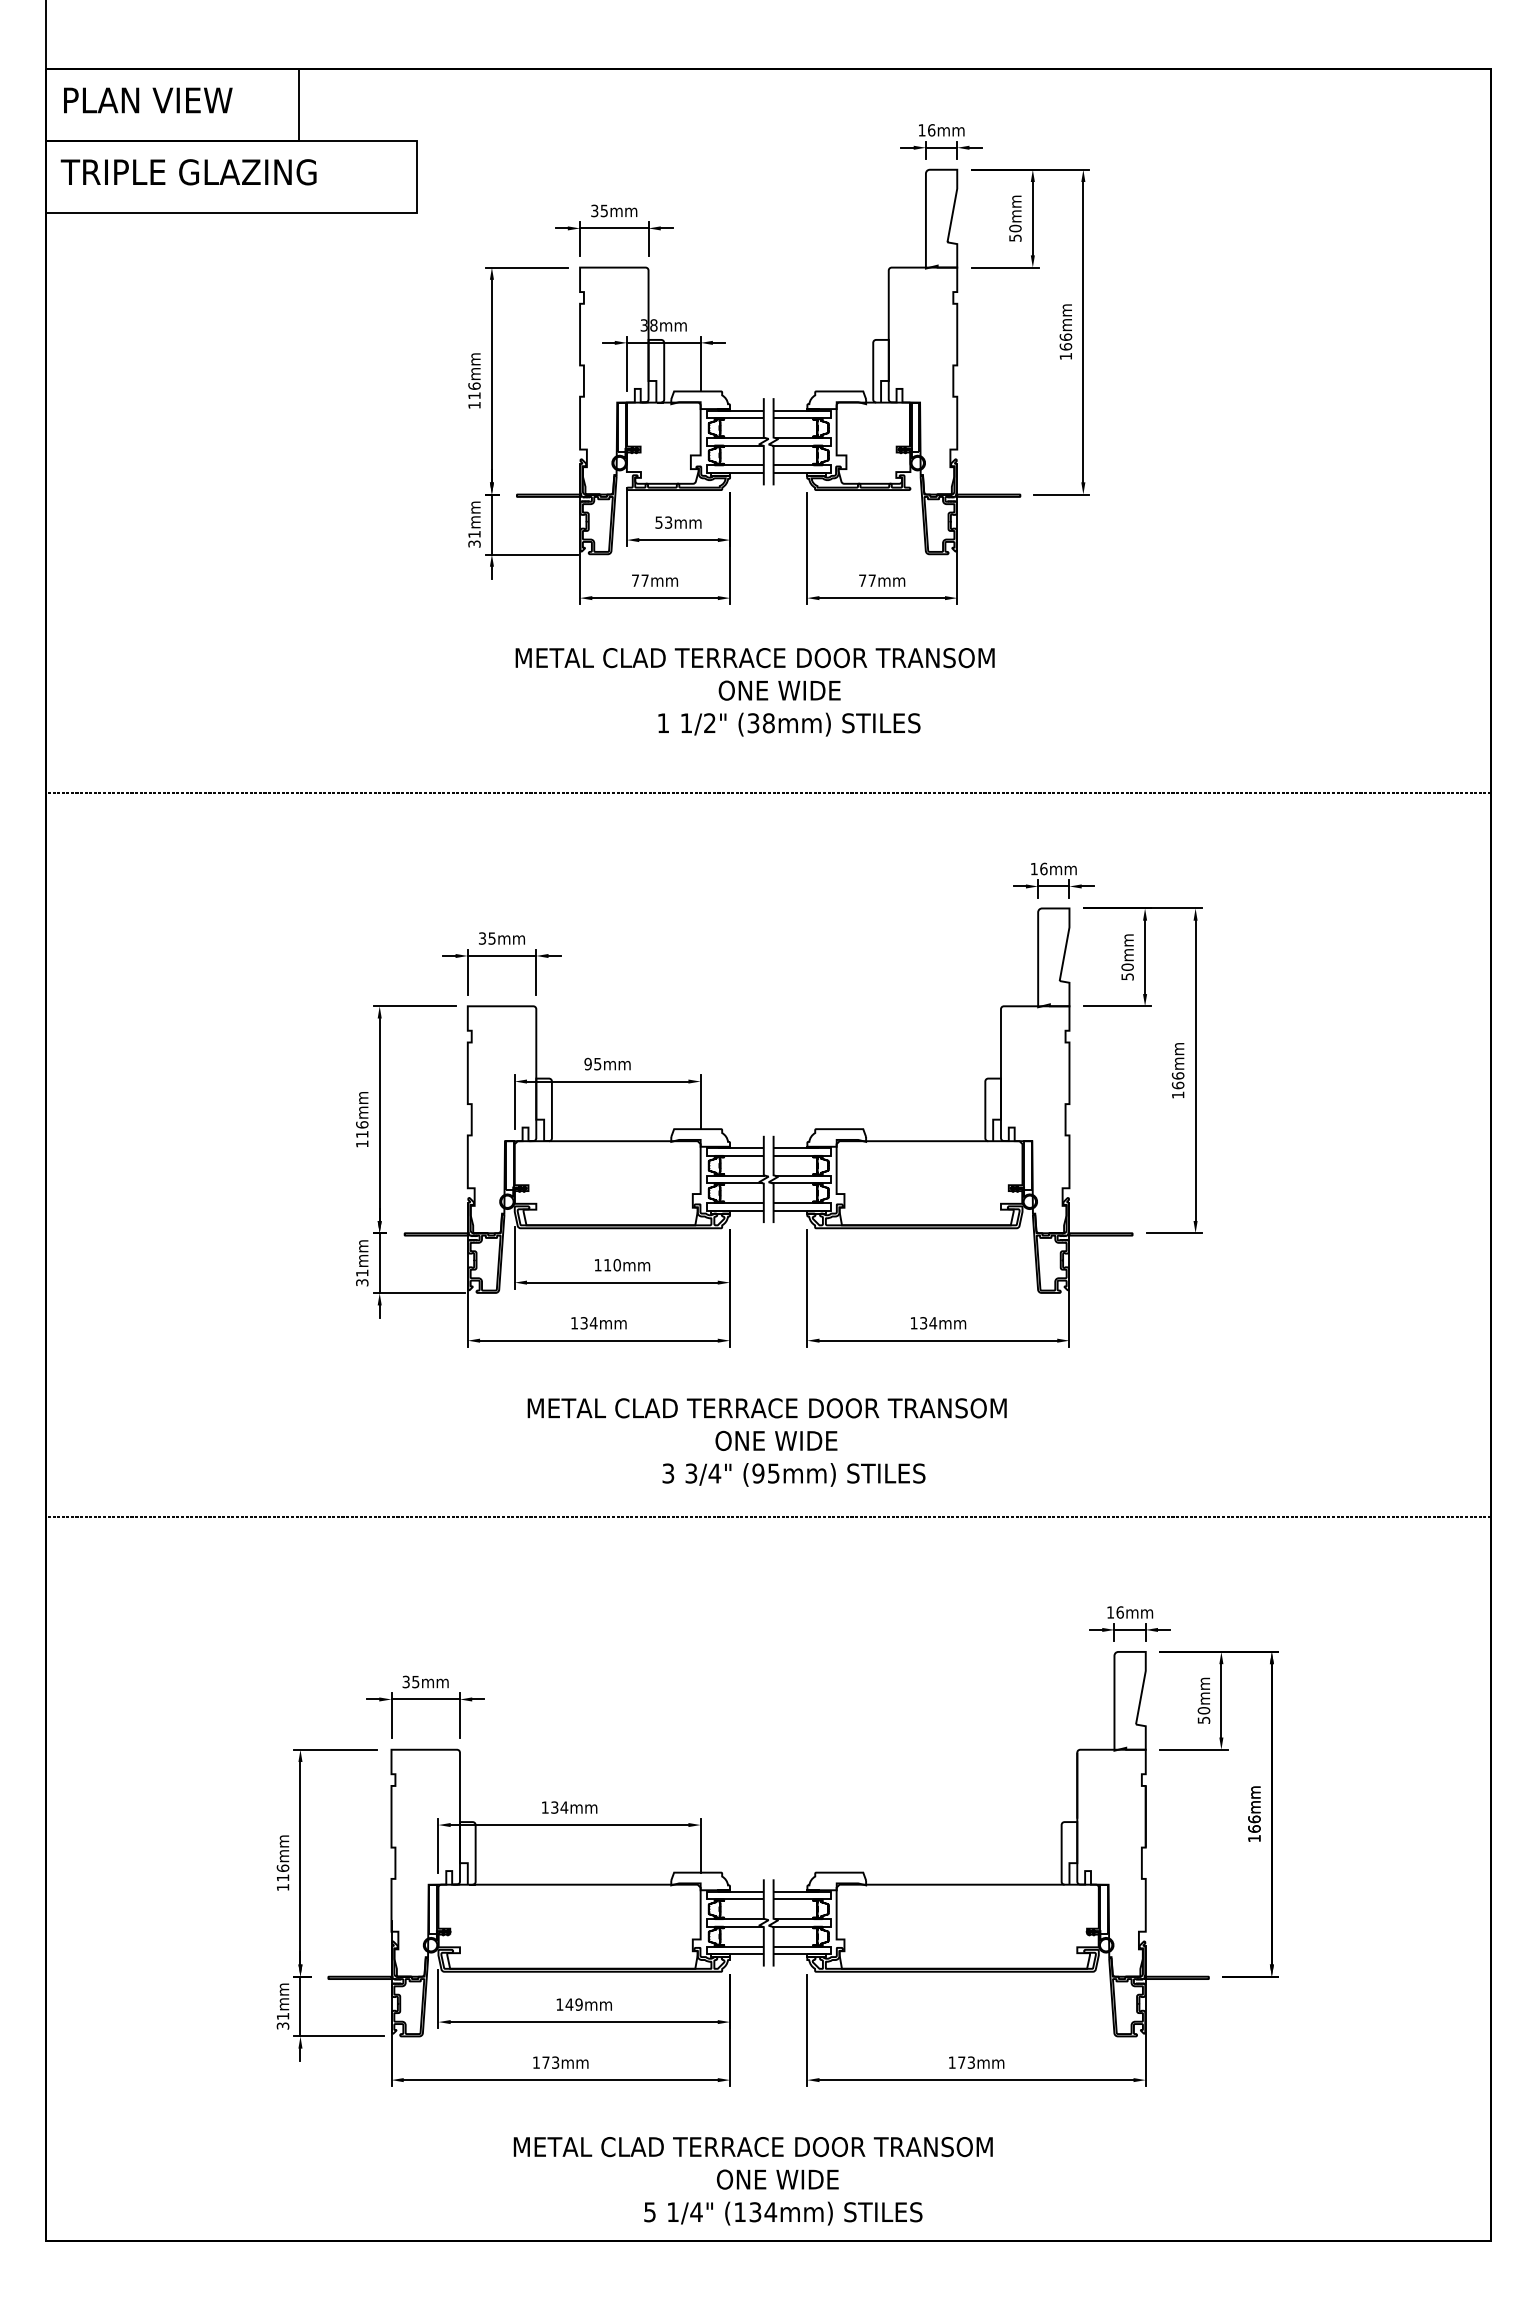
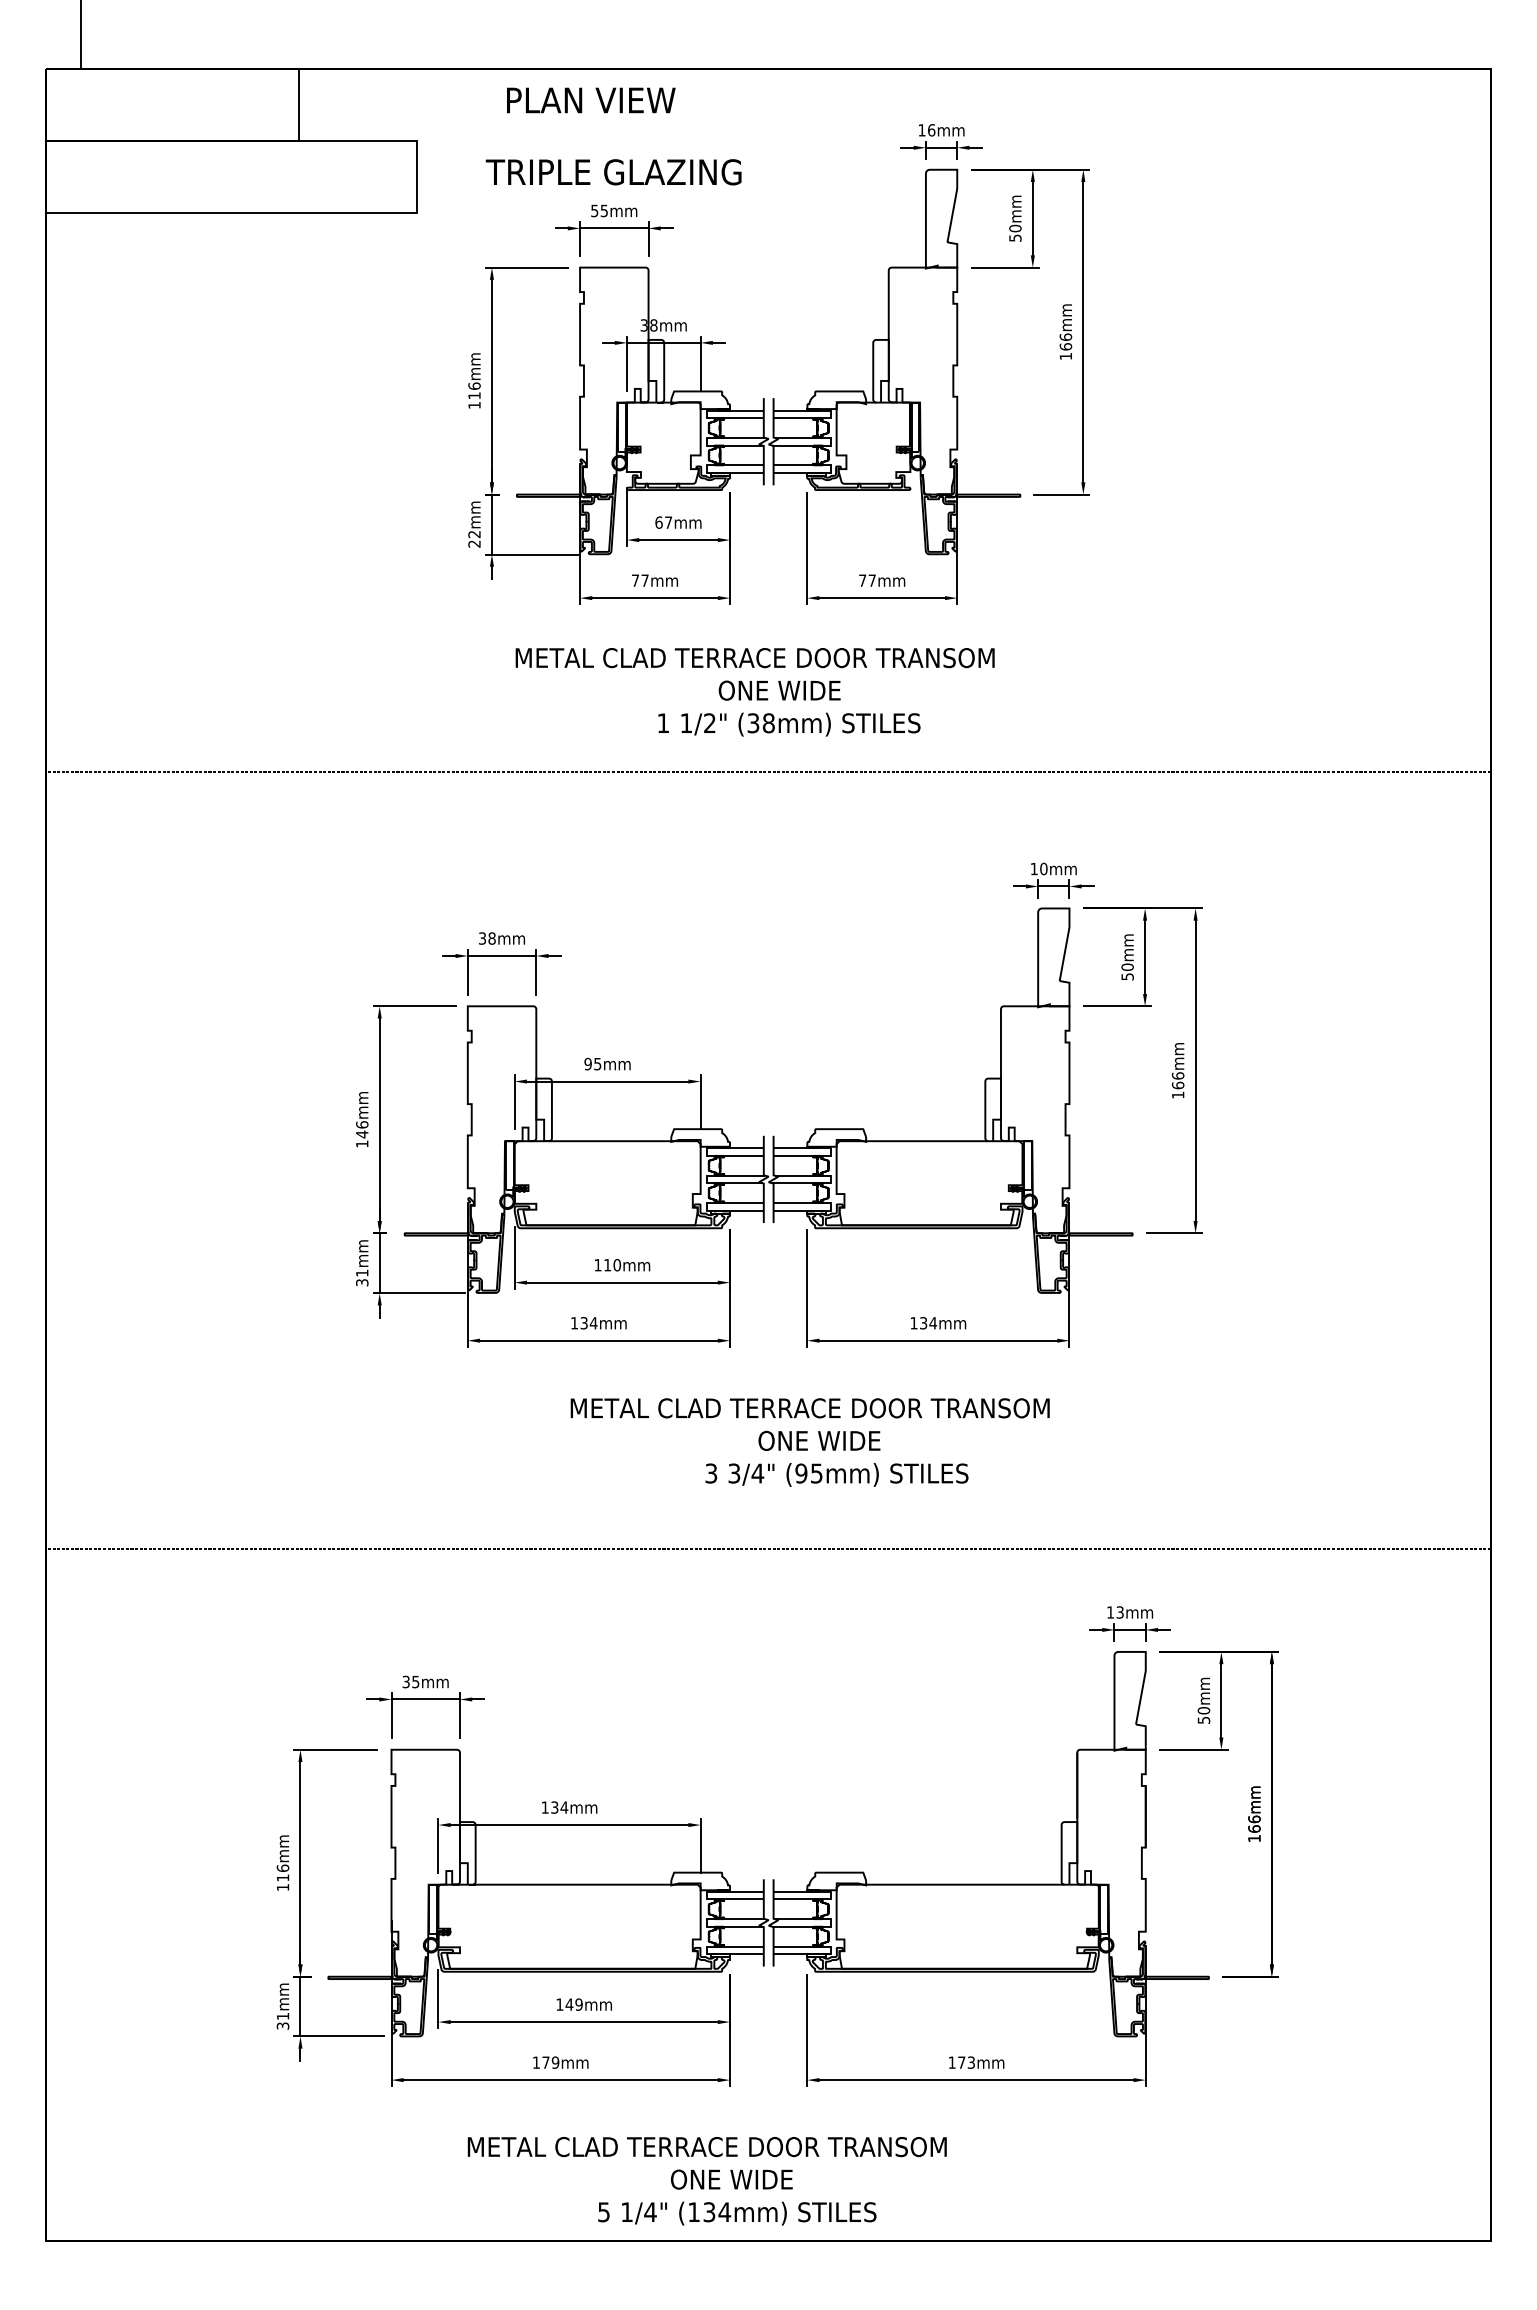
line at (46, 35) position: (46, 35) -> (81, 35)
text at (148, 100) position: (148, 100) -> (591, 100)
text at (188, 172) position: (188, 172) -> (613, 172)
text at (594, 209): 35mm -> 55mm
text at (663, 522): 53mm -> 67mm
text at (474, 539): 31mm -> 22mm
line at (768, 793) position: (768, 793) -> (768, 772)
text at (1043, 868): 16mm -> 10mm
text at (491, 938): 35mm -> 38mm
text at (362, 1134): 116mm -> 146mm
text at (766, 1442) position: (766, 1442) -> (809, 1442)
line at (768, 1516) position: (768, 1516) -> (768, 1548)
text at (1119, 1612): 16mm -> 13mm
text at (555, 2062): 173mm -> 179mm
text at (752, 2181) position: (752, 2181) -> (706, 2181)
